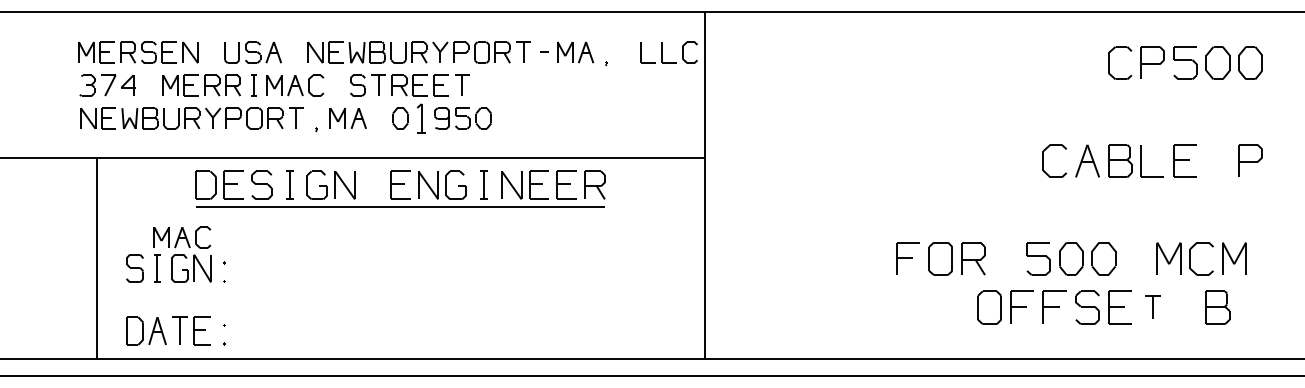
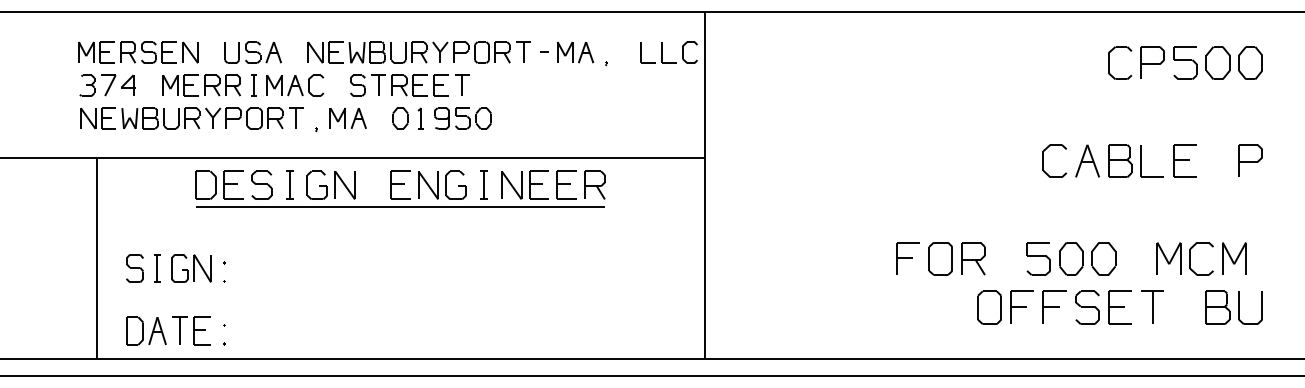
part at (420, 118) size: 10x31 px -> 7x23 px
part at (182, 237): present -> none
part at (1152, 306) size: 16x24 px -> 23x34 px
part at (1239, 307): none -> present
